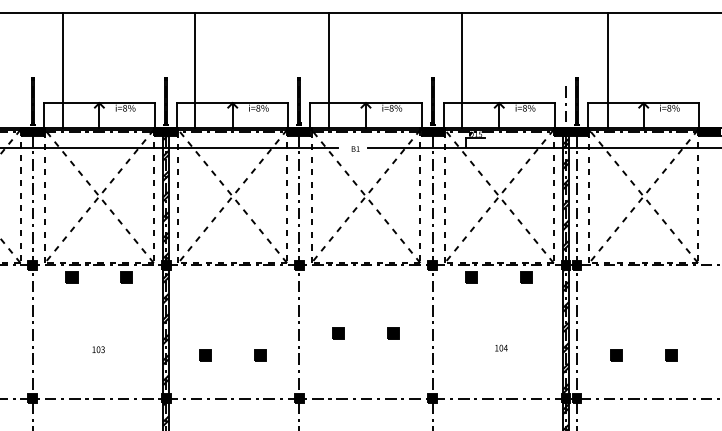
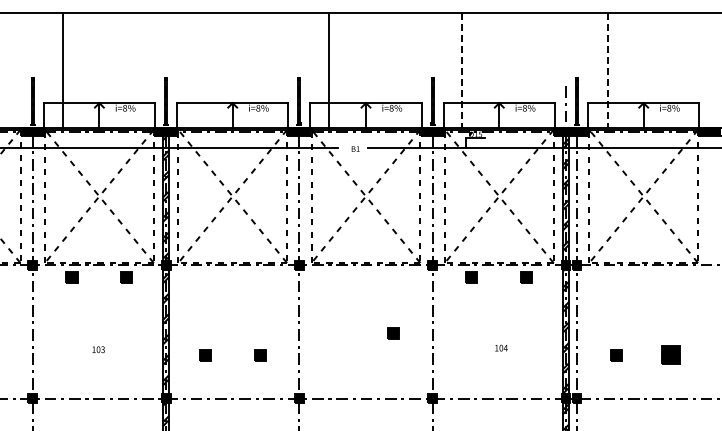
line at (195, 69): present -> none
line at (462, 70): solid -> dashed
line at (607, 70): solid -> dashed
part at (338, 333): present -> none
part at (671, 355) size: 13x13 px -> 20x20 px
